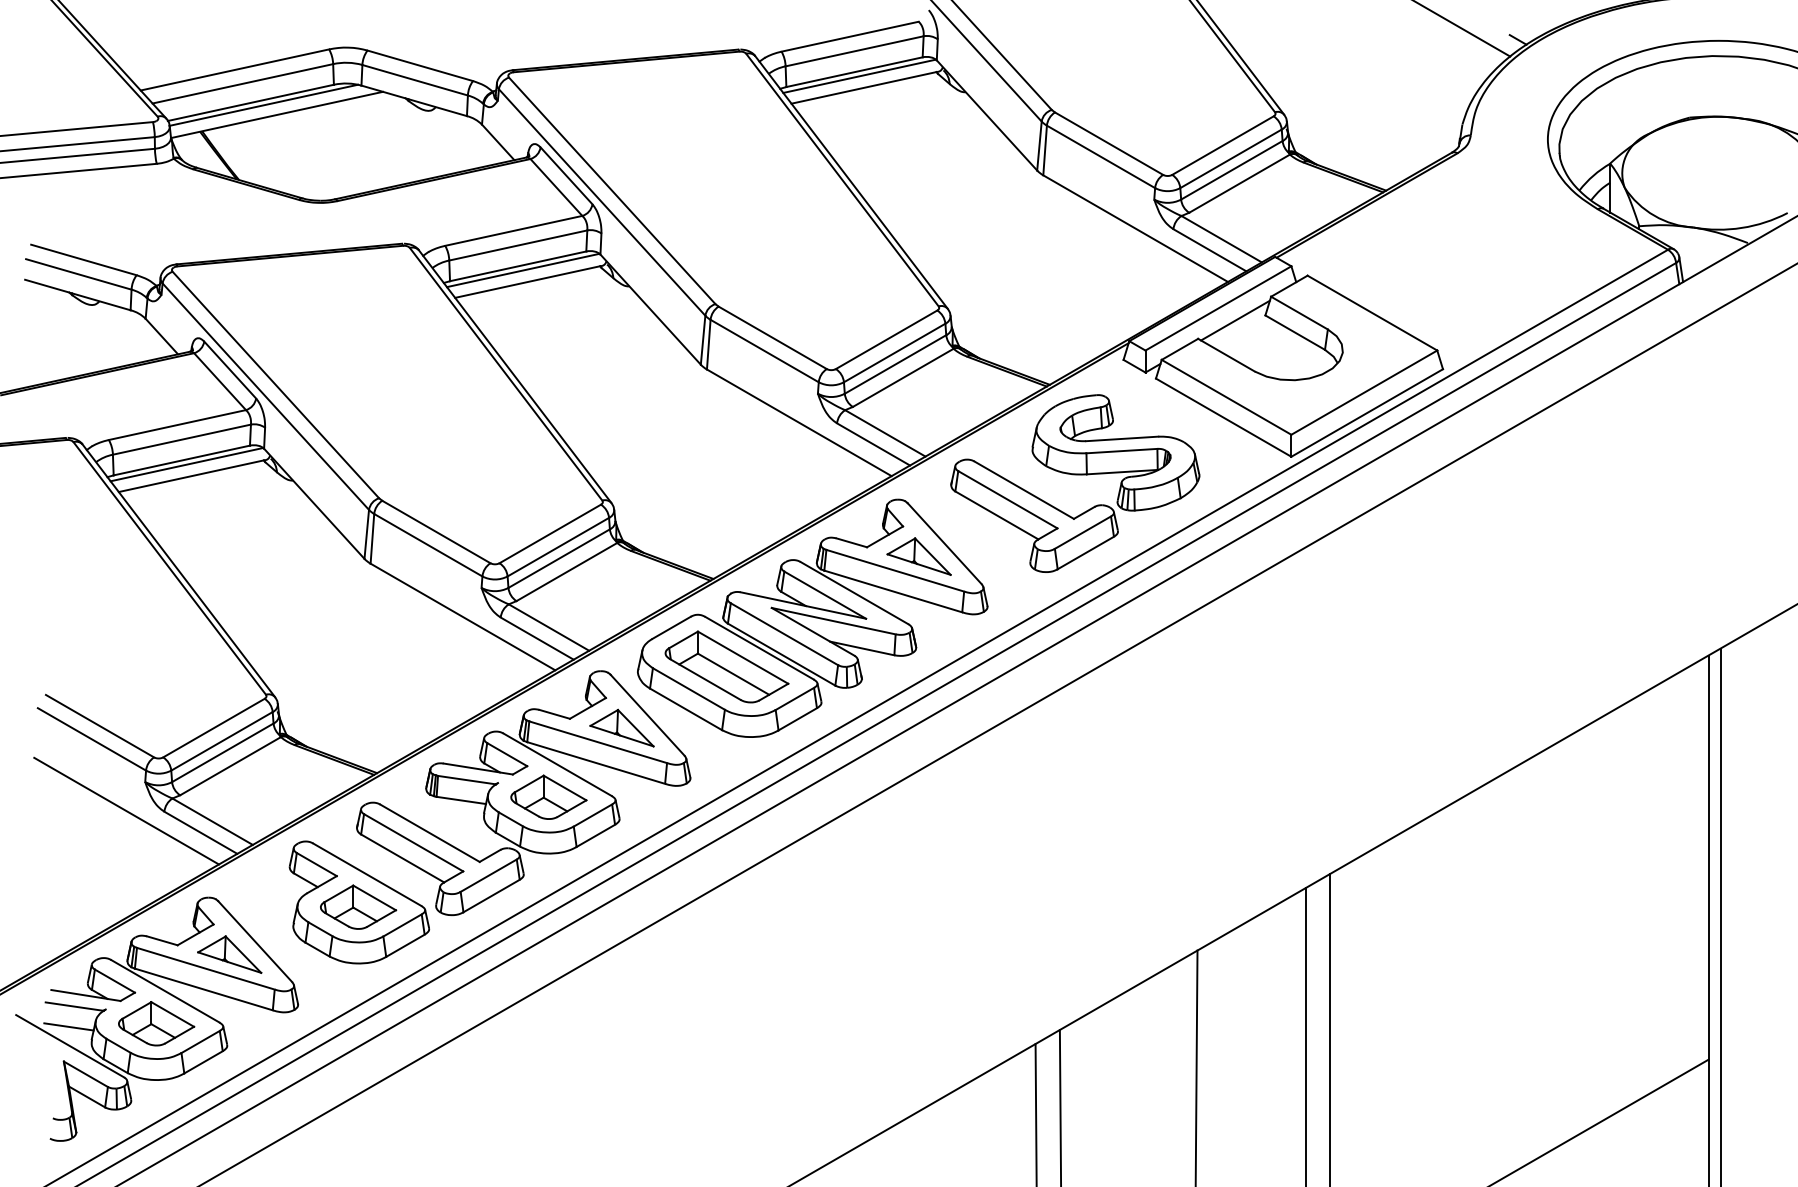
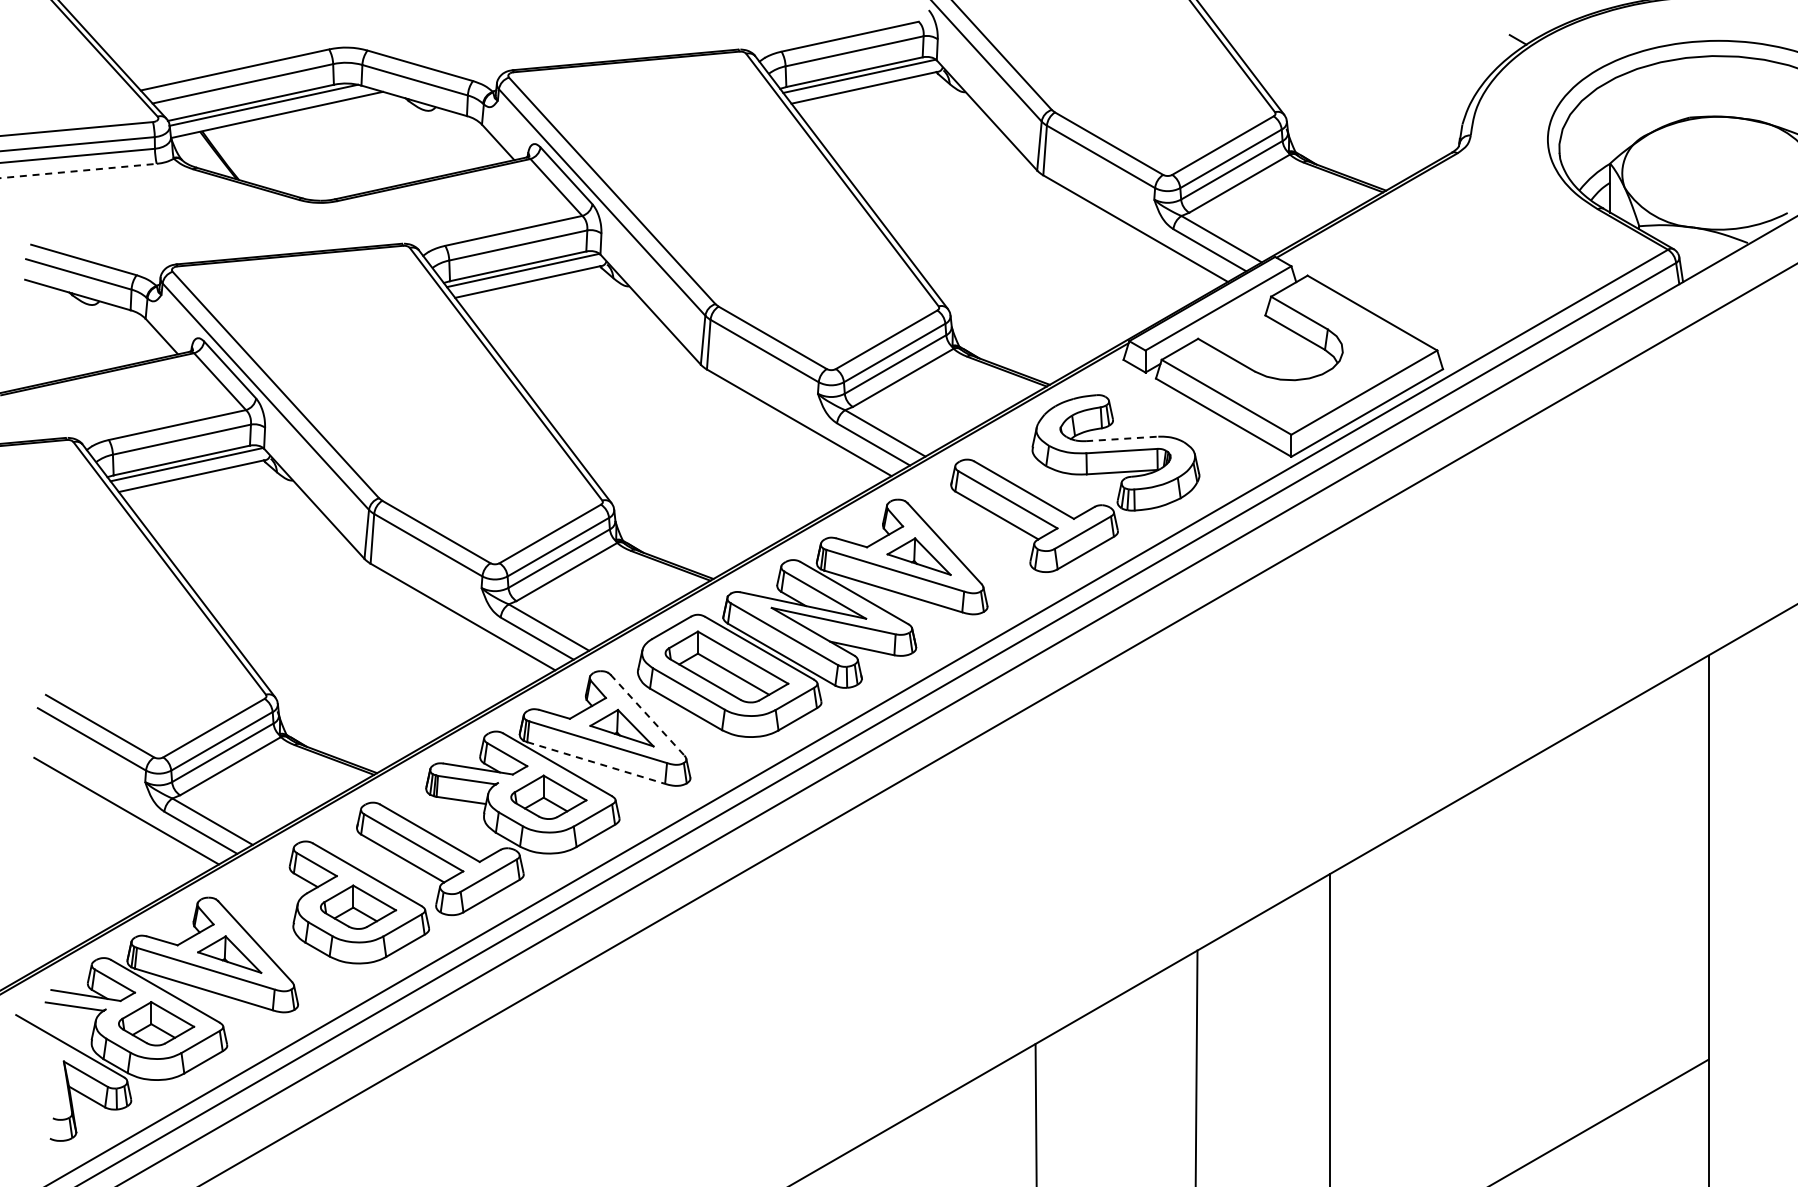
line at (1463, 29): present -> none
line at (79, 170): solid -> dashed
line at (1235, 320): present -> none
line at (1122, 438): solid -> dashed
line at (647, 715): solid -> dashed
line at (596, 763): solid -> dashed
line at (1720, 915): present -> none
line at (68, 1026): present -> none
line at (1305, 1035): present -> none
line at (1060, 1106): present -> none
